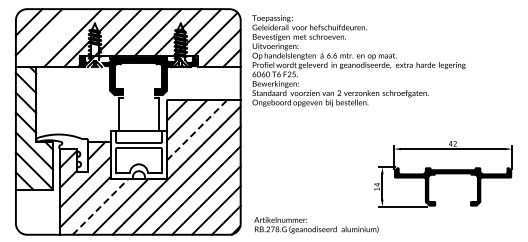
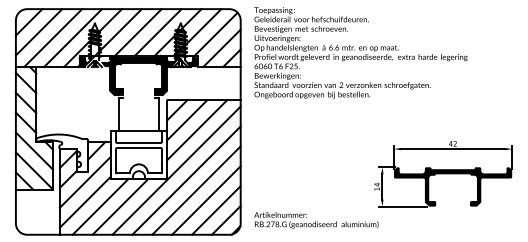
line at (53, 37): none -> present
text at (358, 60) position: (358, 60) -> (360, 52)
line at (197, 129): dashed -> solid
line at (100, 206): dashed -> solid
text at (316, 225) position: (316, 225) -> (316, 220)
